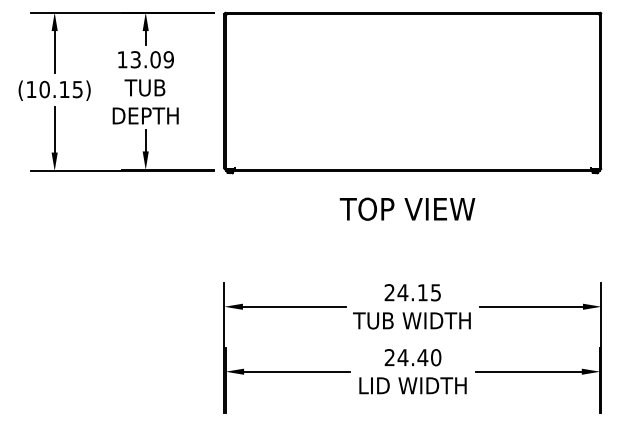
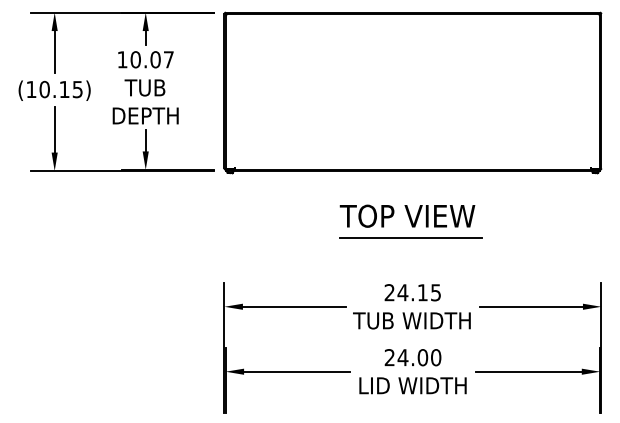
text at (151, 59): 13.09 -> 10.07
text at (407, 208) position: (407, 208) -> (407, 215)
line at (410, 238): none -> present
text at (422, 357): 24.40 -> 24.00
